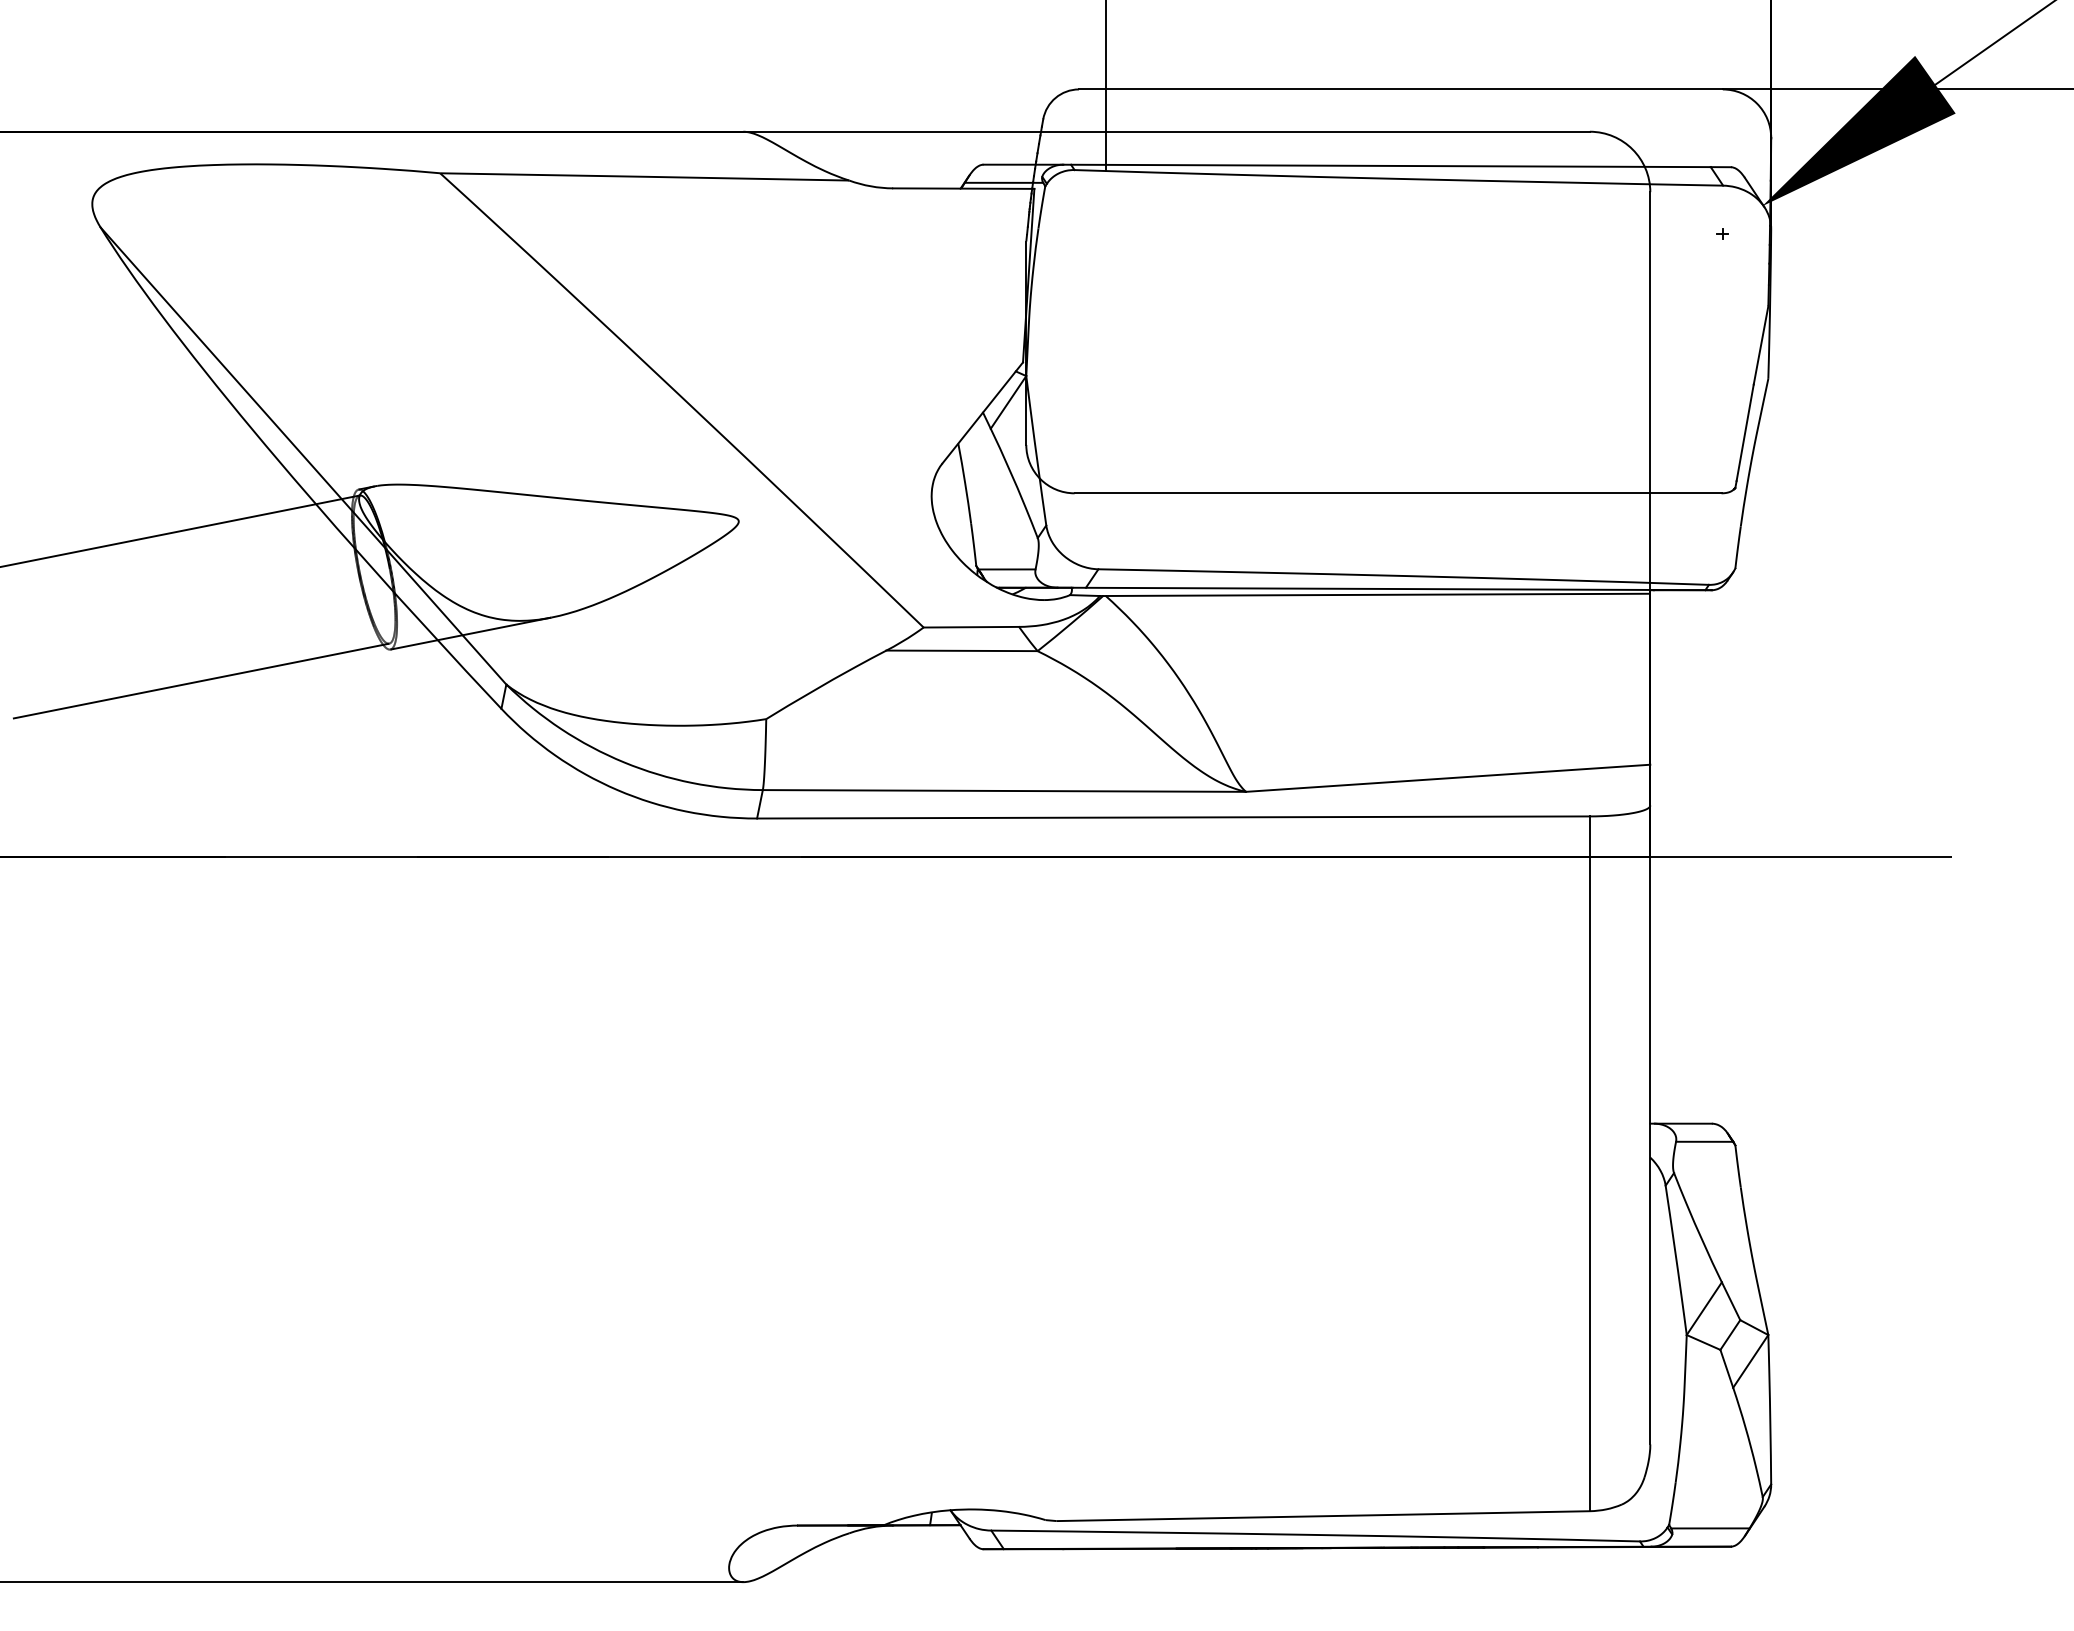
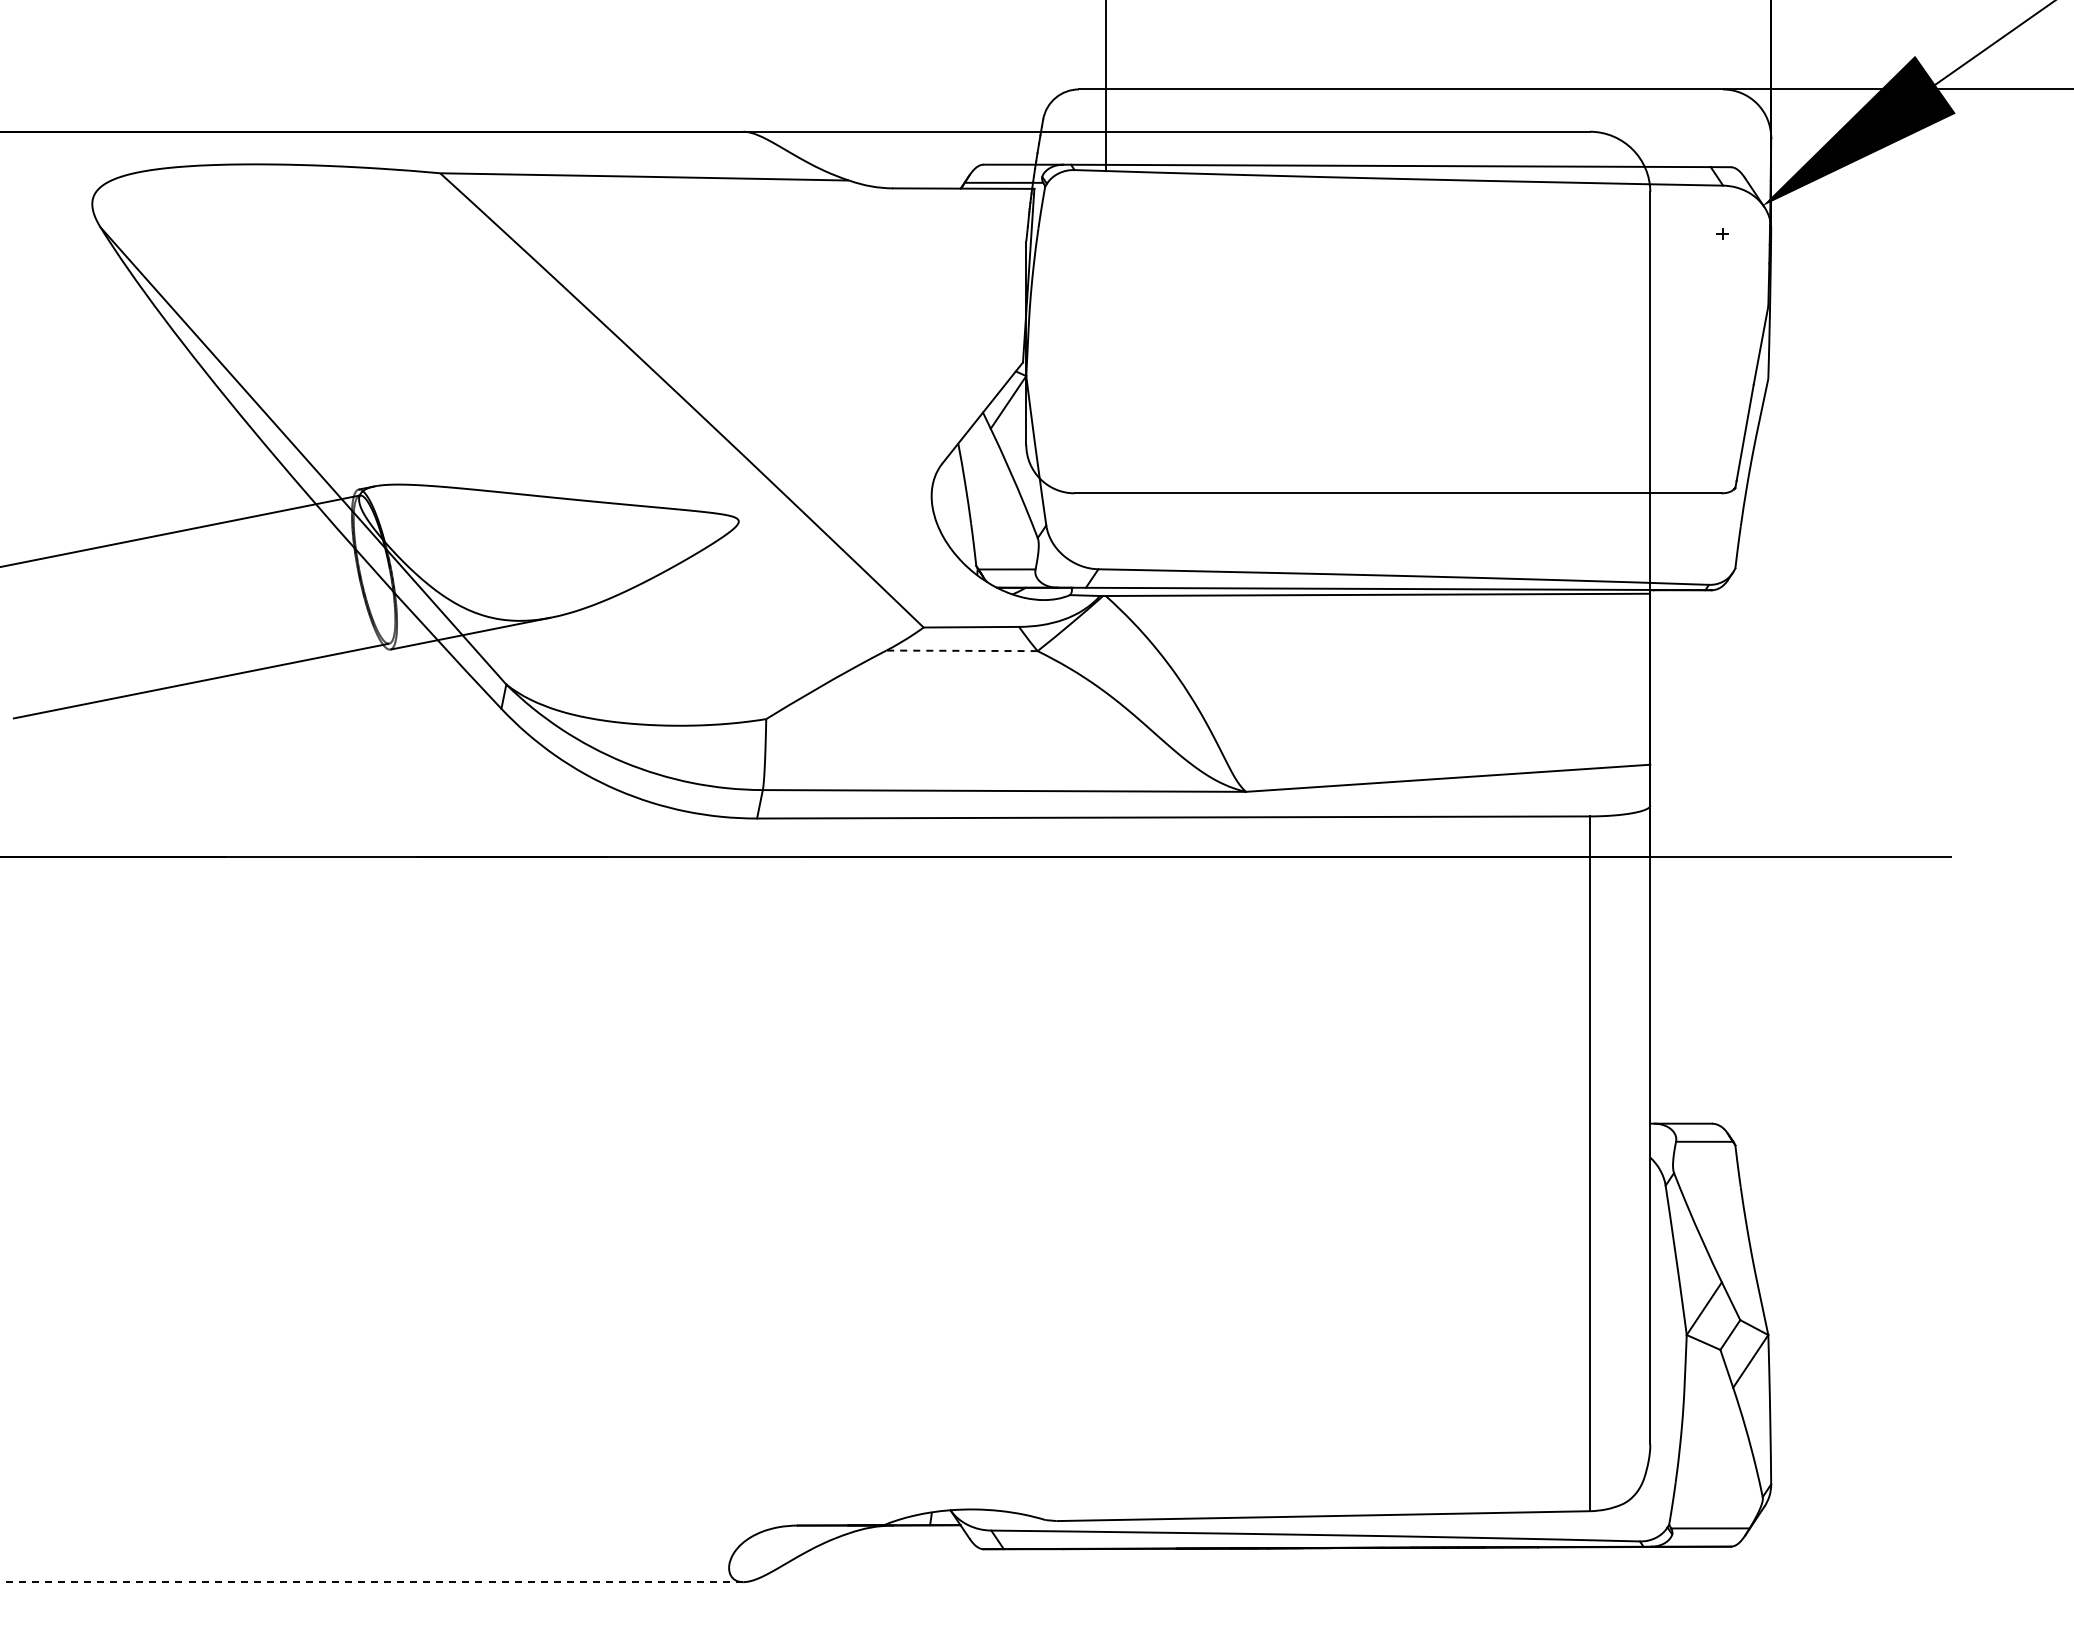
line at (962, 650): solid -> dashed
line at (371, 1582): solid -> dashed
